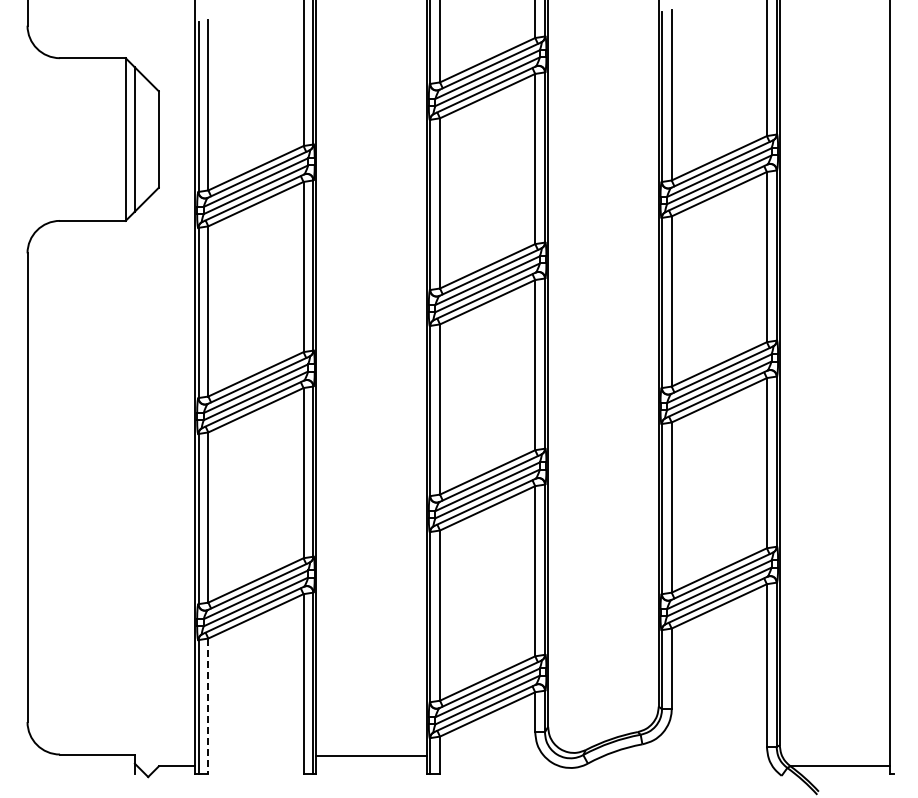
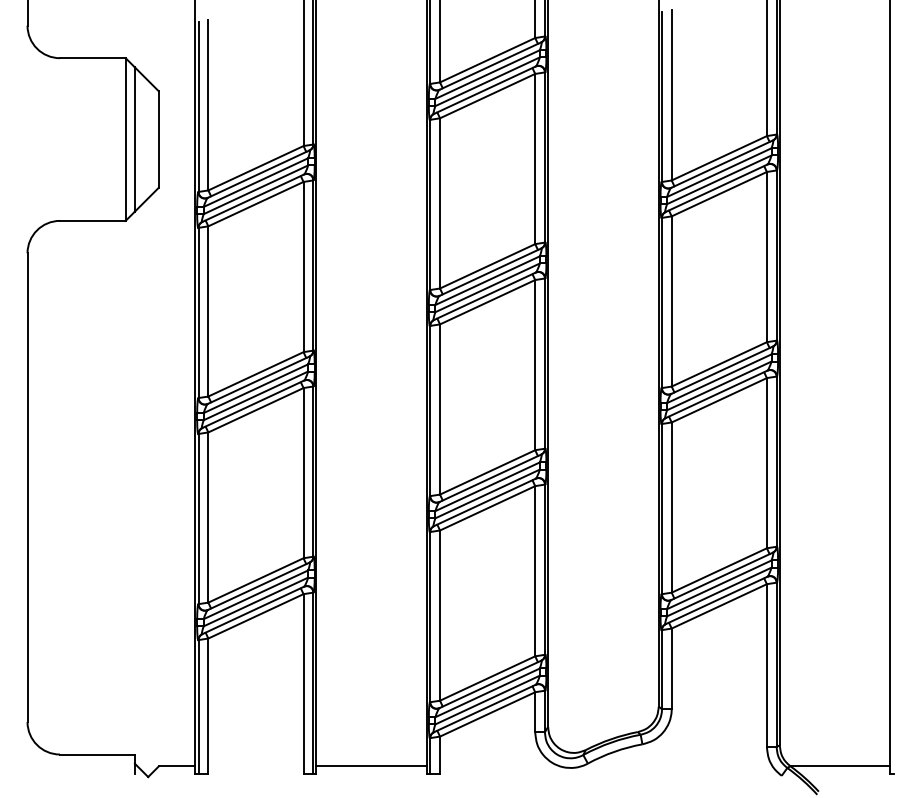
line at (208, 706): dashed -> solid
line at (371, 756) position: (371, 756) -> (371, 766)
